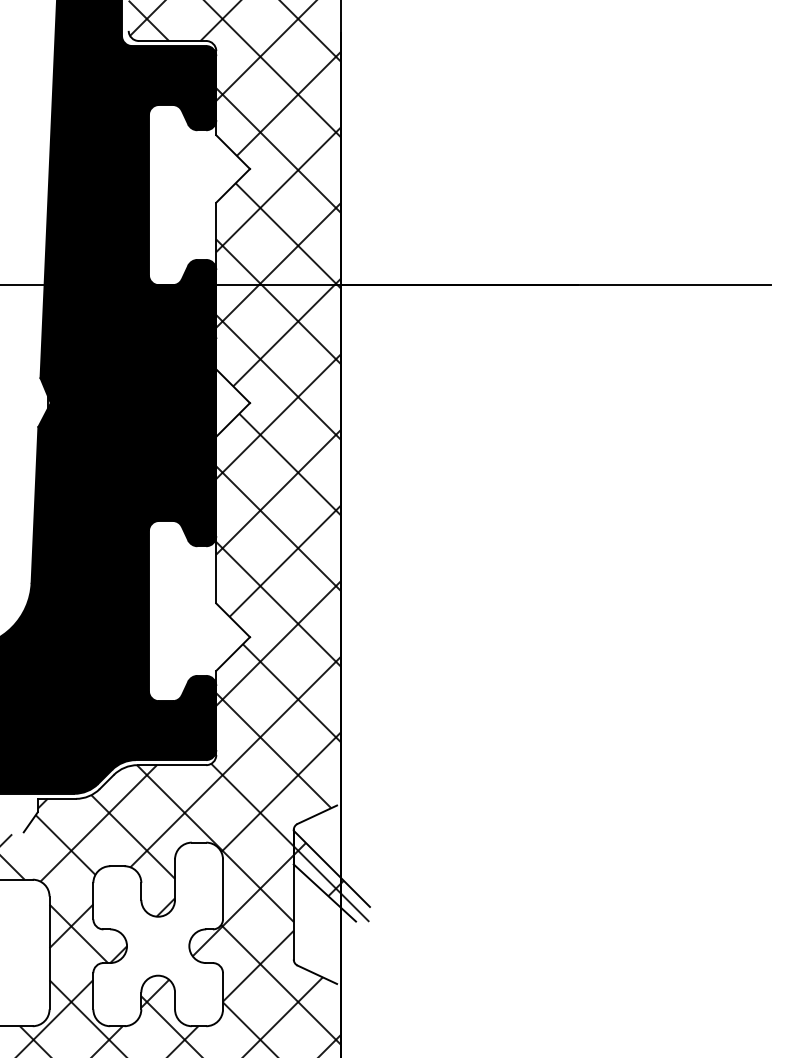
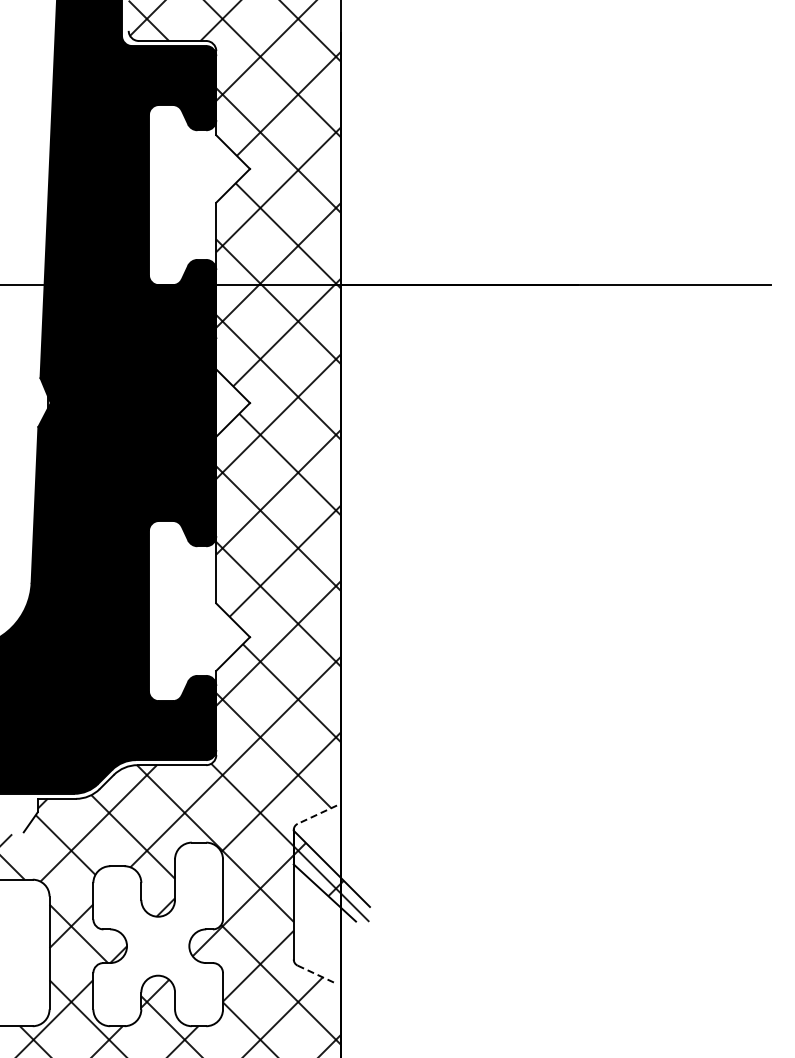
line at (317, 814): solid -> dashed
line at (317, 974): solid -> dashed
